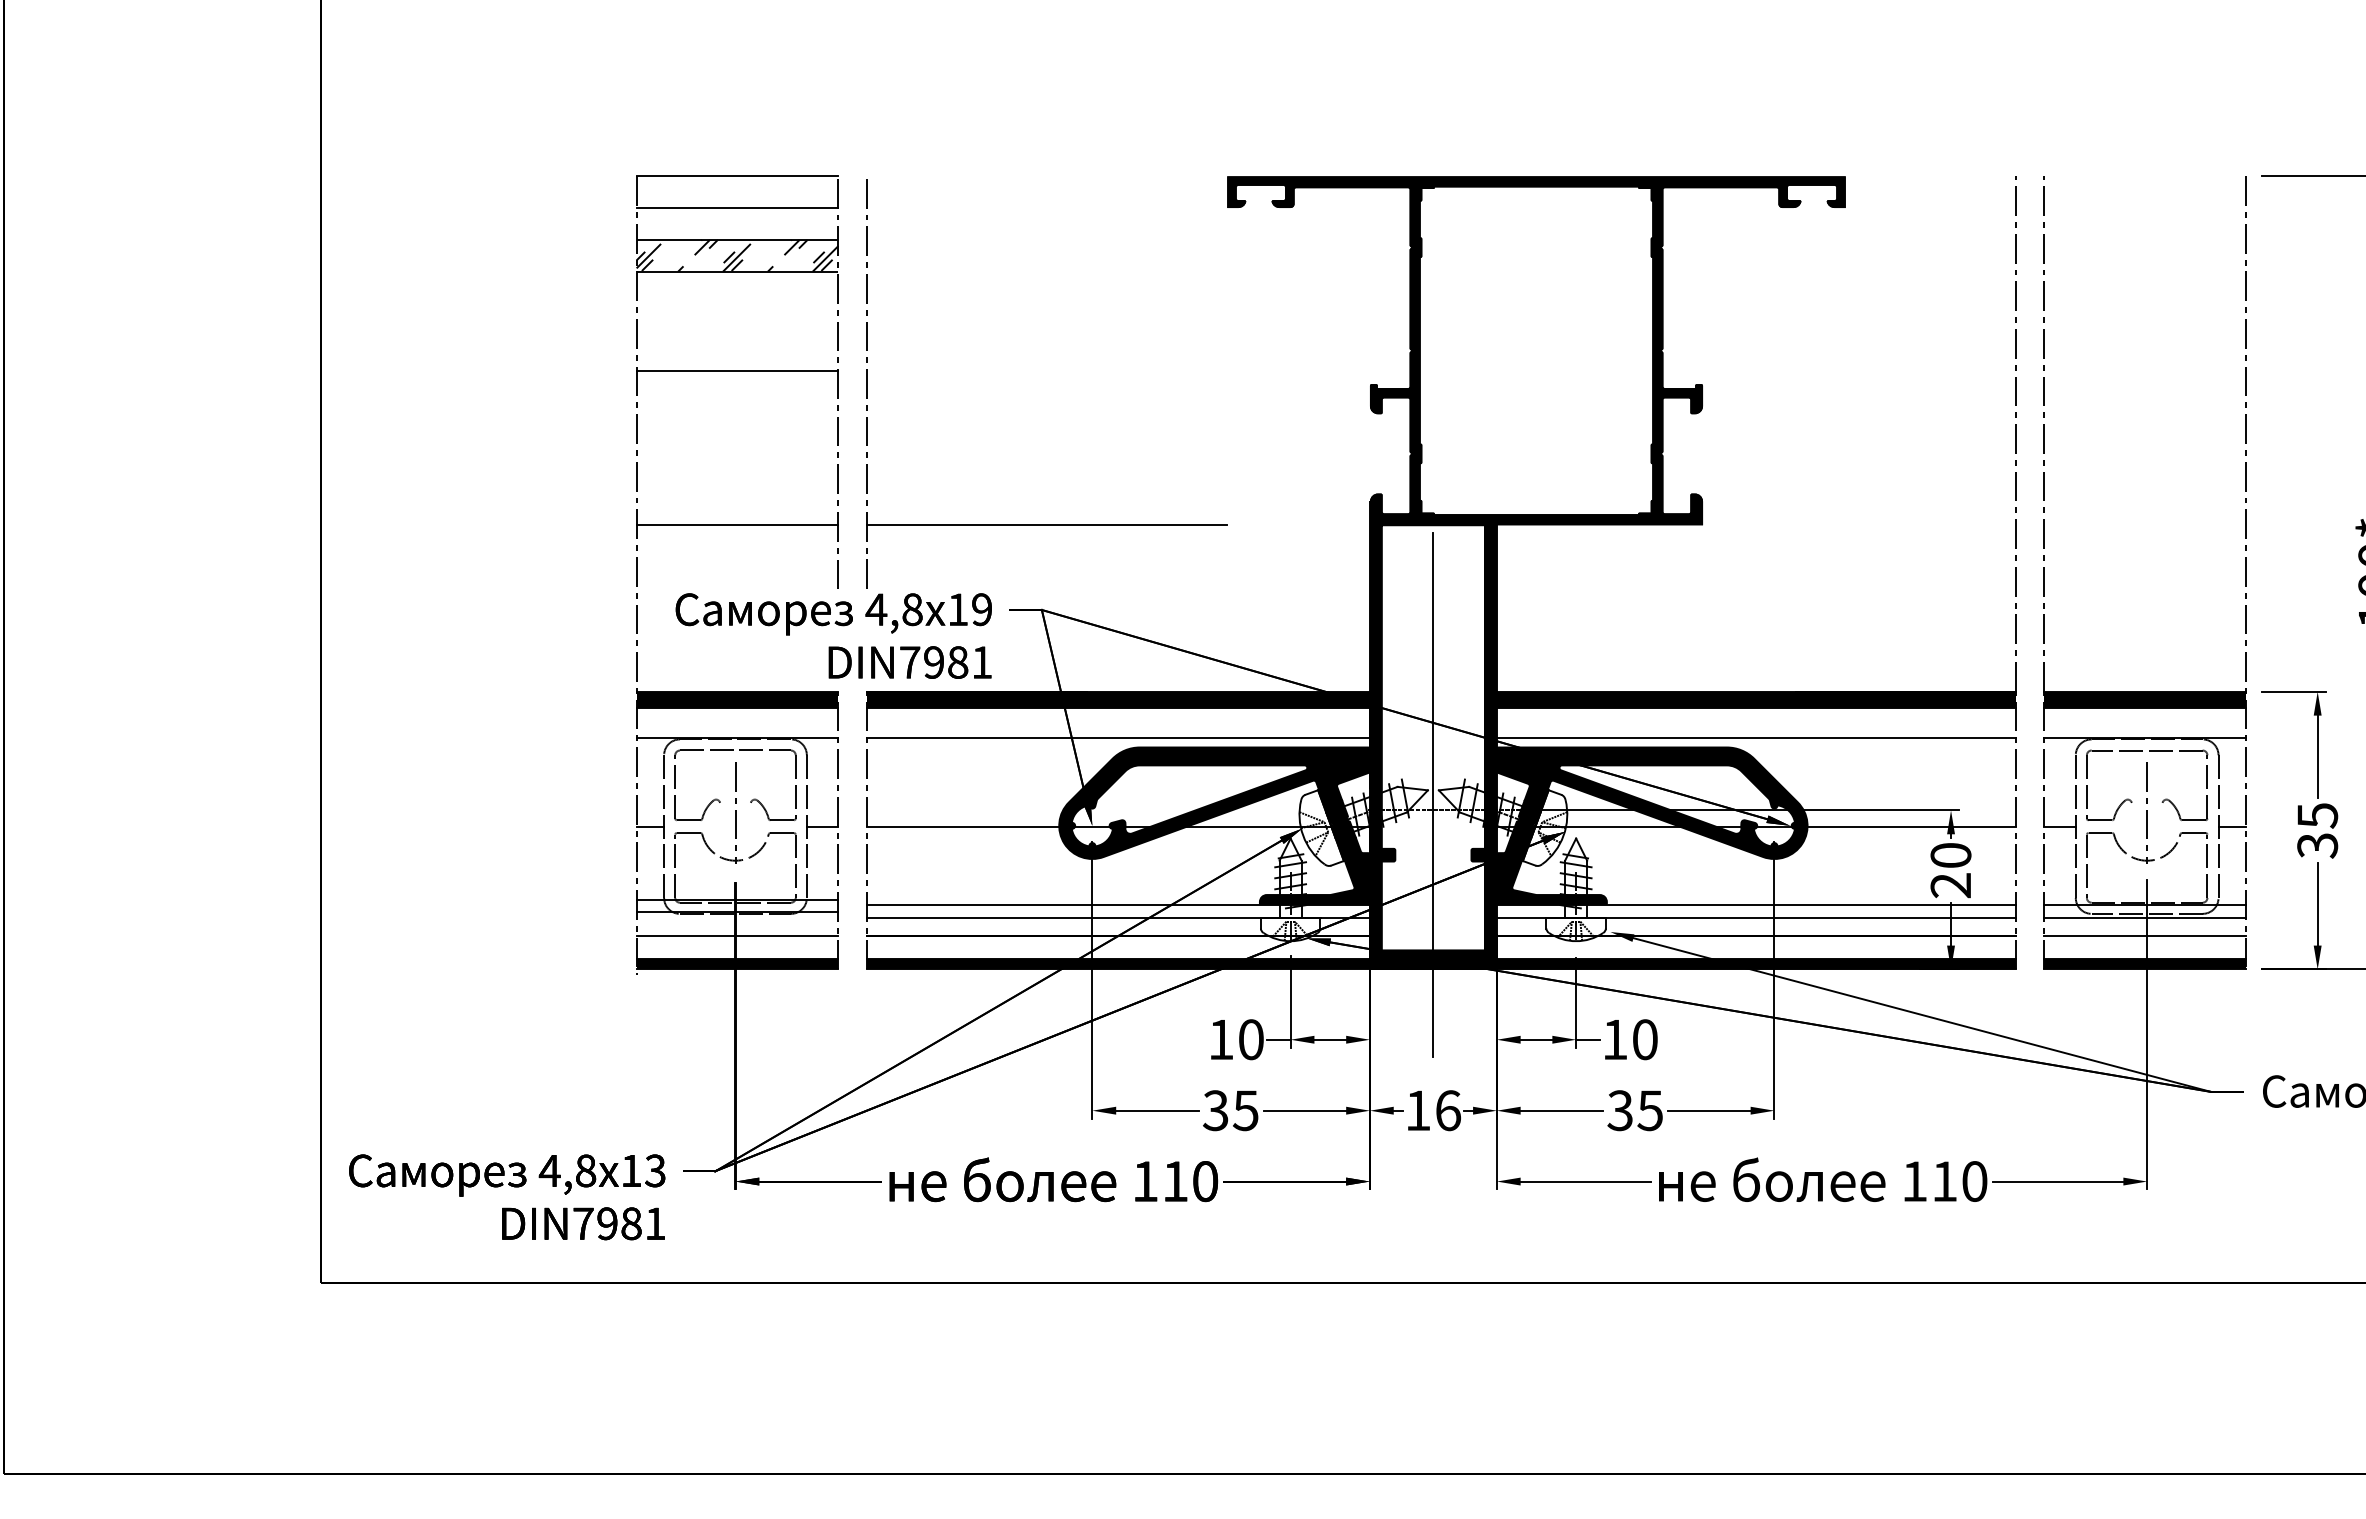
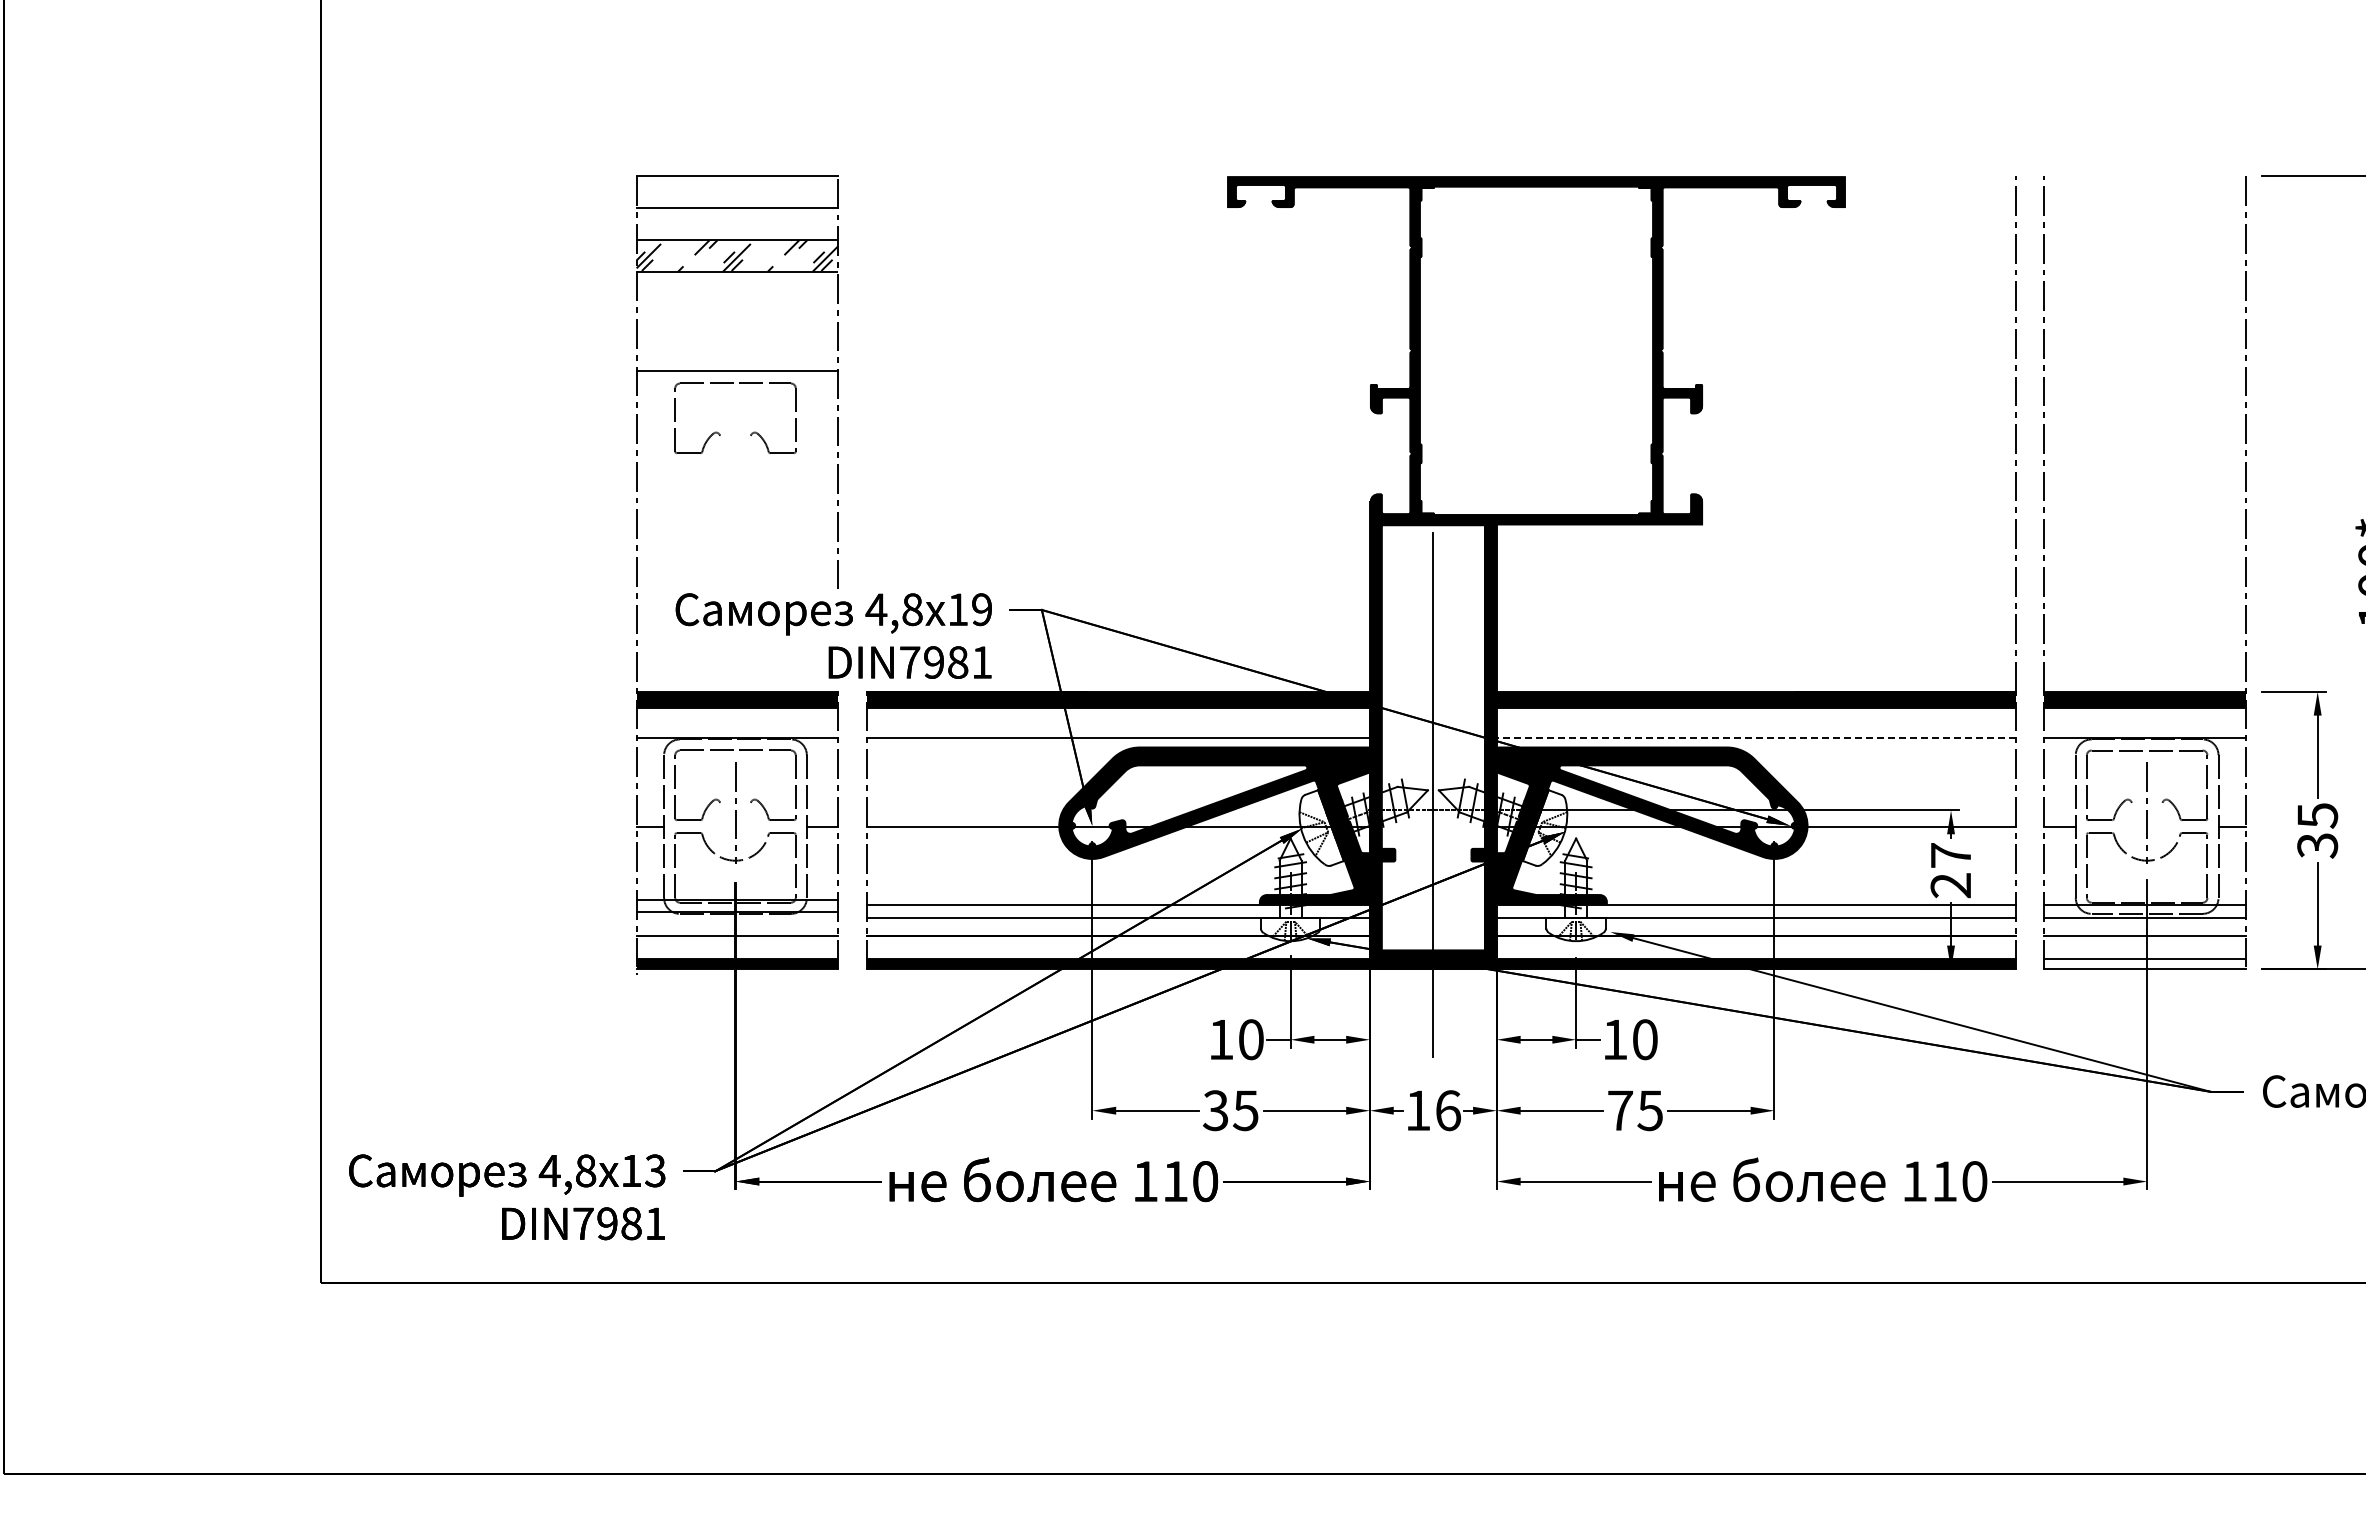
part at (719, 433): none -> present
part at (1046, 524): present -> none
line at (737, 525): present -> none
line at (1756, 737): solid -> dashed
text at (1950, 855): 20 -> 27
fill at (2145, 964): present -> none
text at (1620, 1110): 35 -> 75
